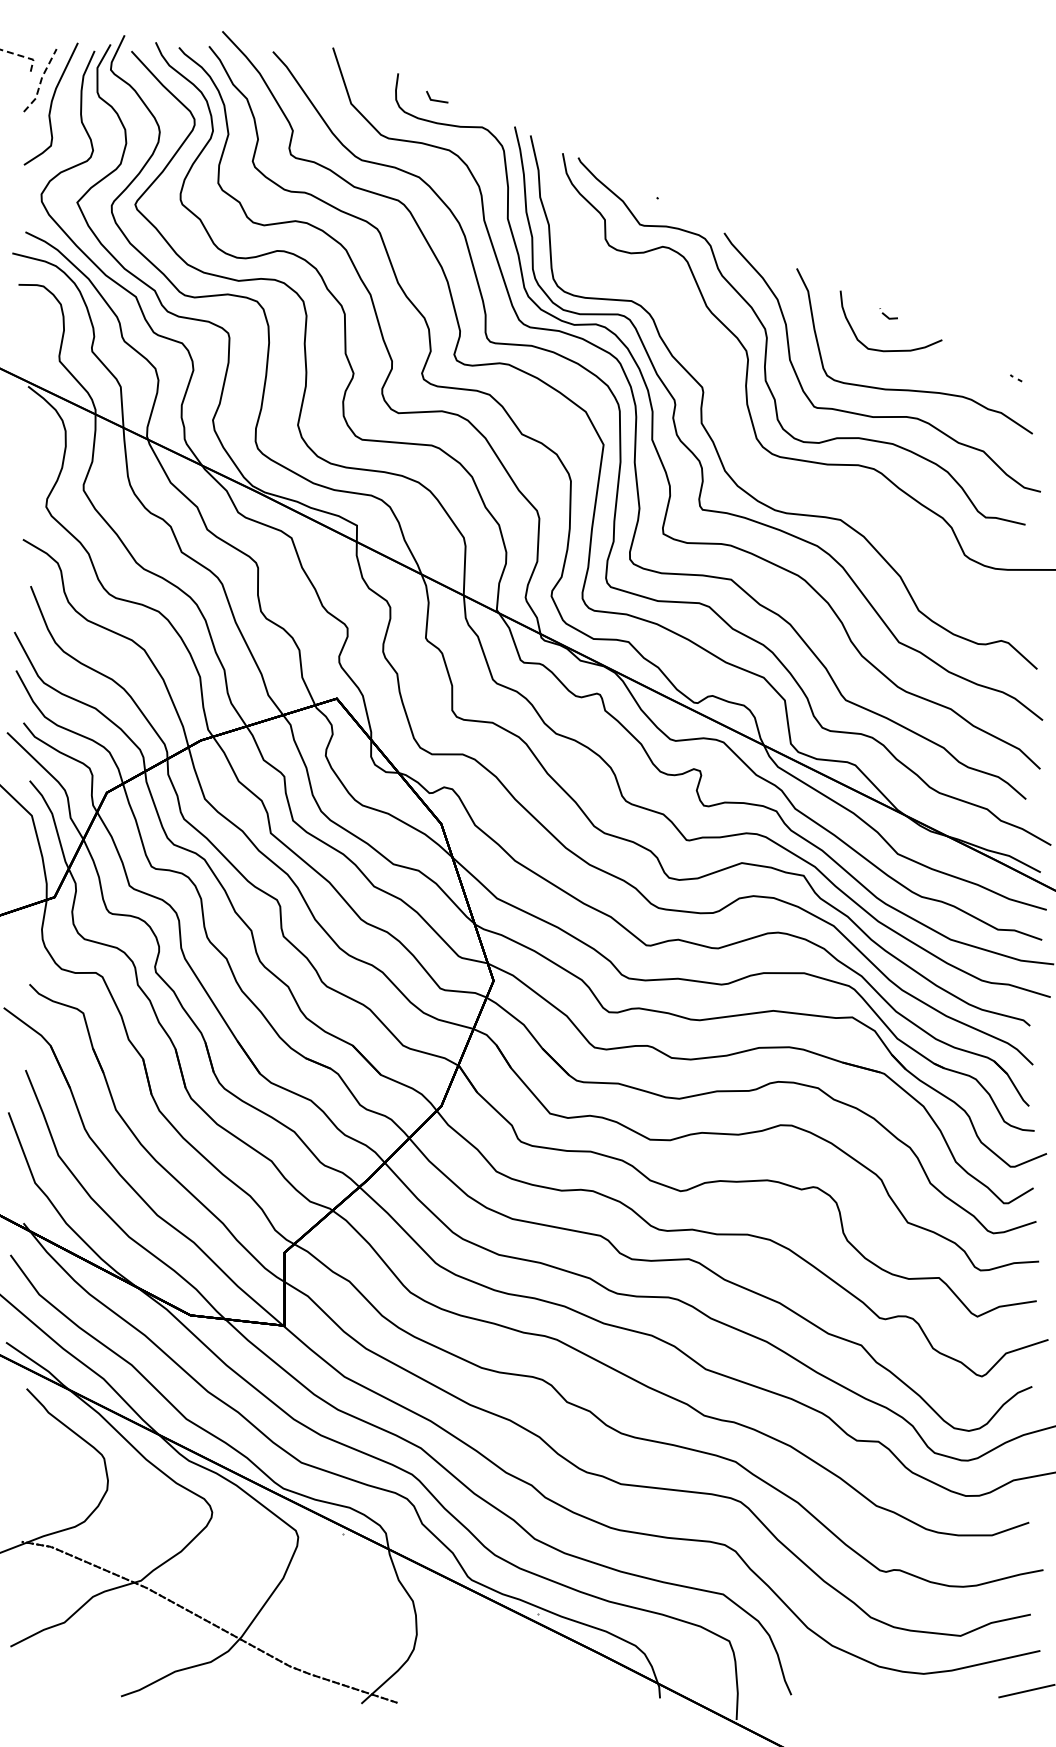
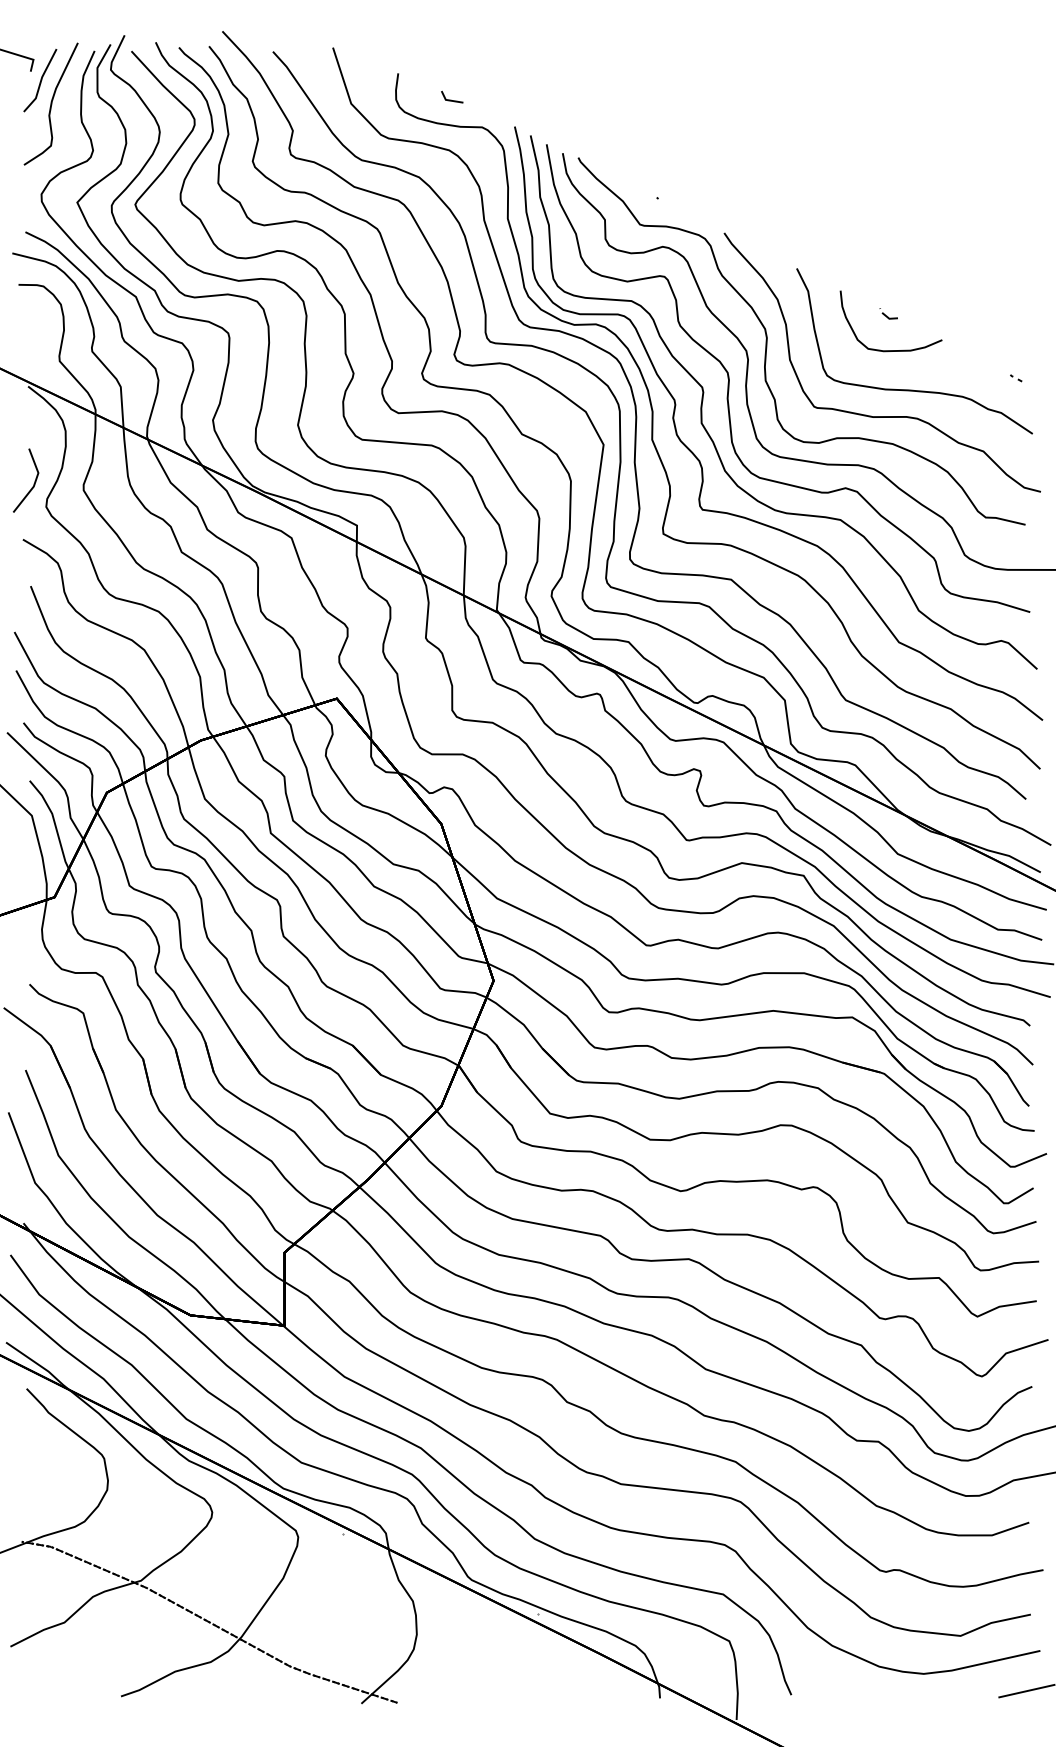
line at (23, 56): dashed -> solid
line at (40, 81): dashed -> solid
line at (436, 99) position: (436, 99) -> (451, 99)
curve at (729, 378): none -> present
line at (33, 483): none -> present
